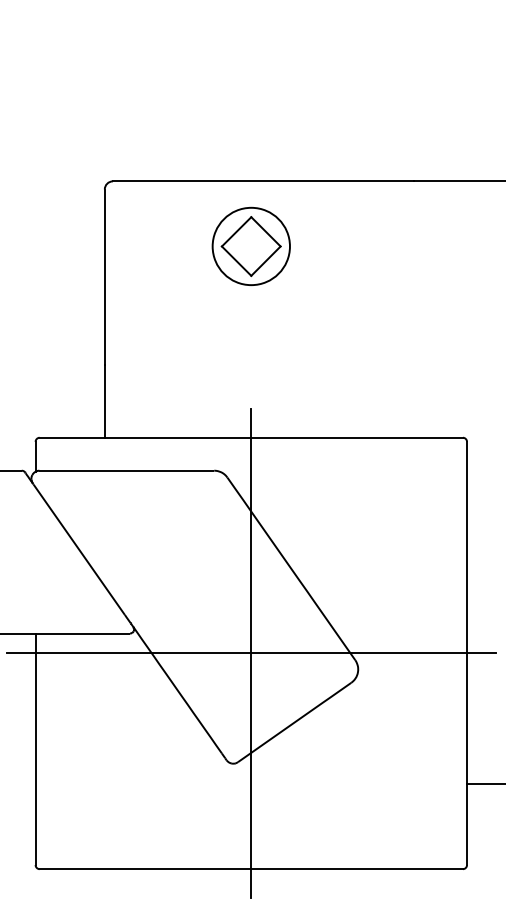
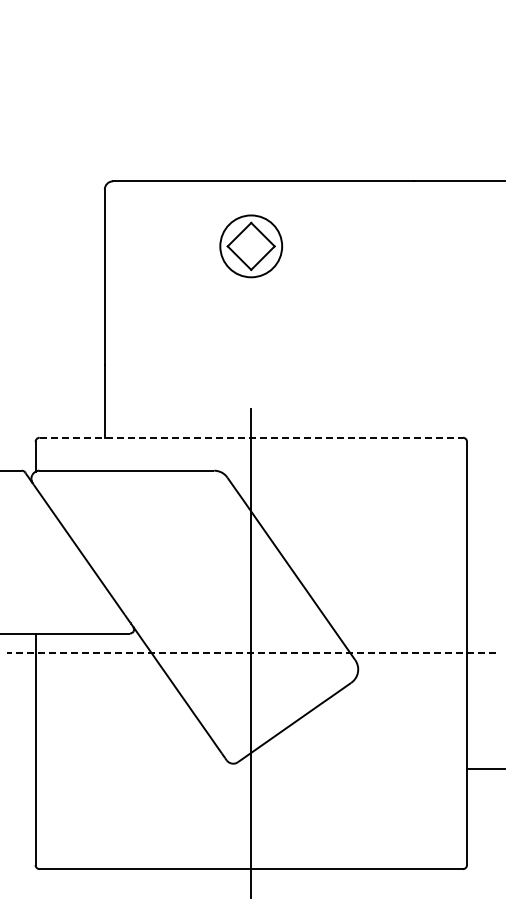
part at (250, 245) size: 80x80 px -> 65x65 px
line at (251, 437): solid -> dashed
line at (250, 653): solid -> dashed
line at (484, 783) position: (484, 783) -> (484, 768)
